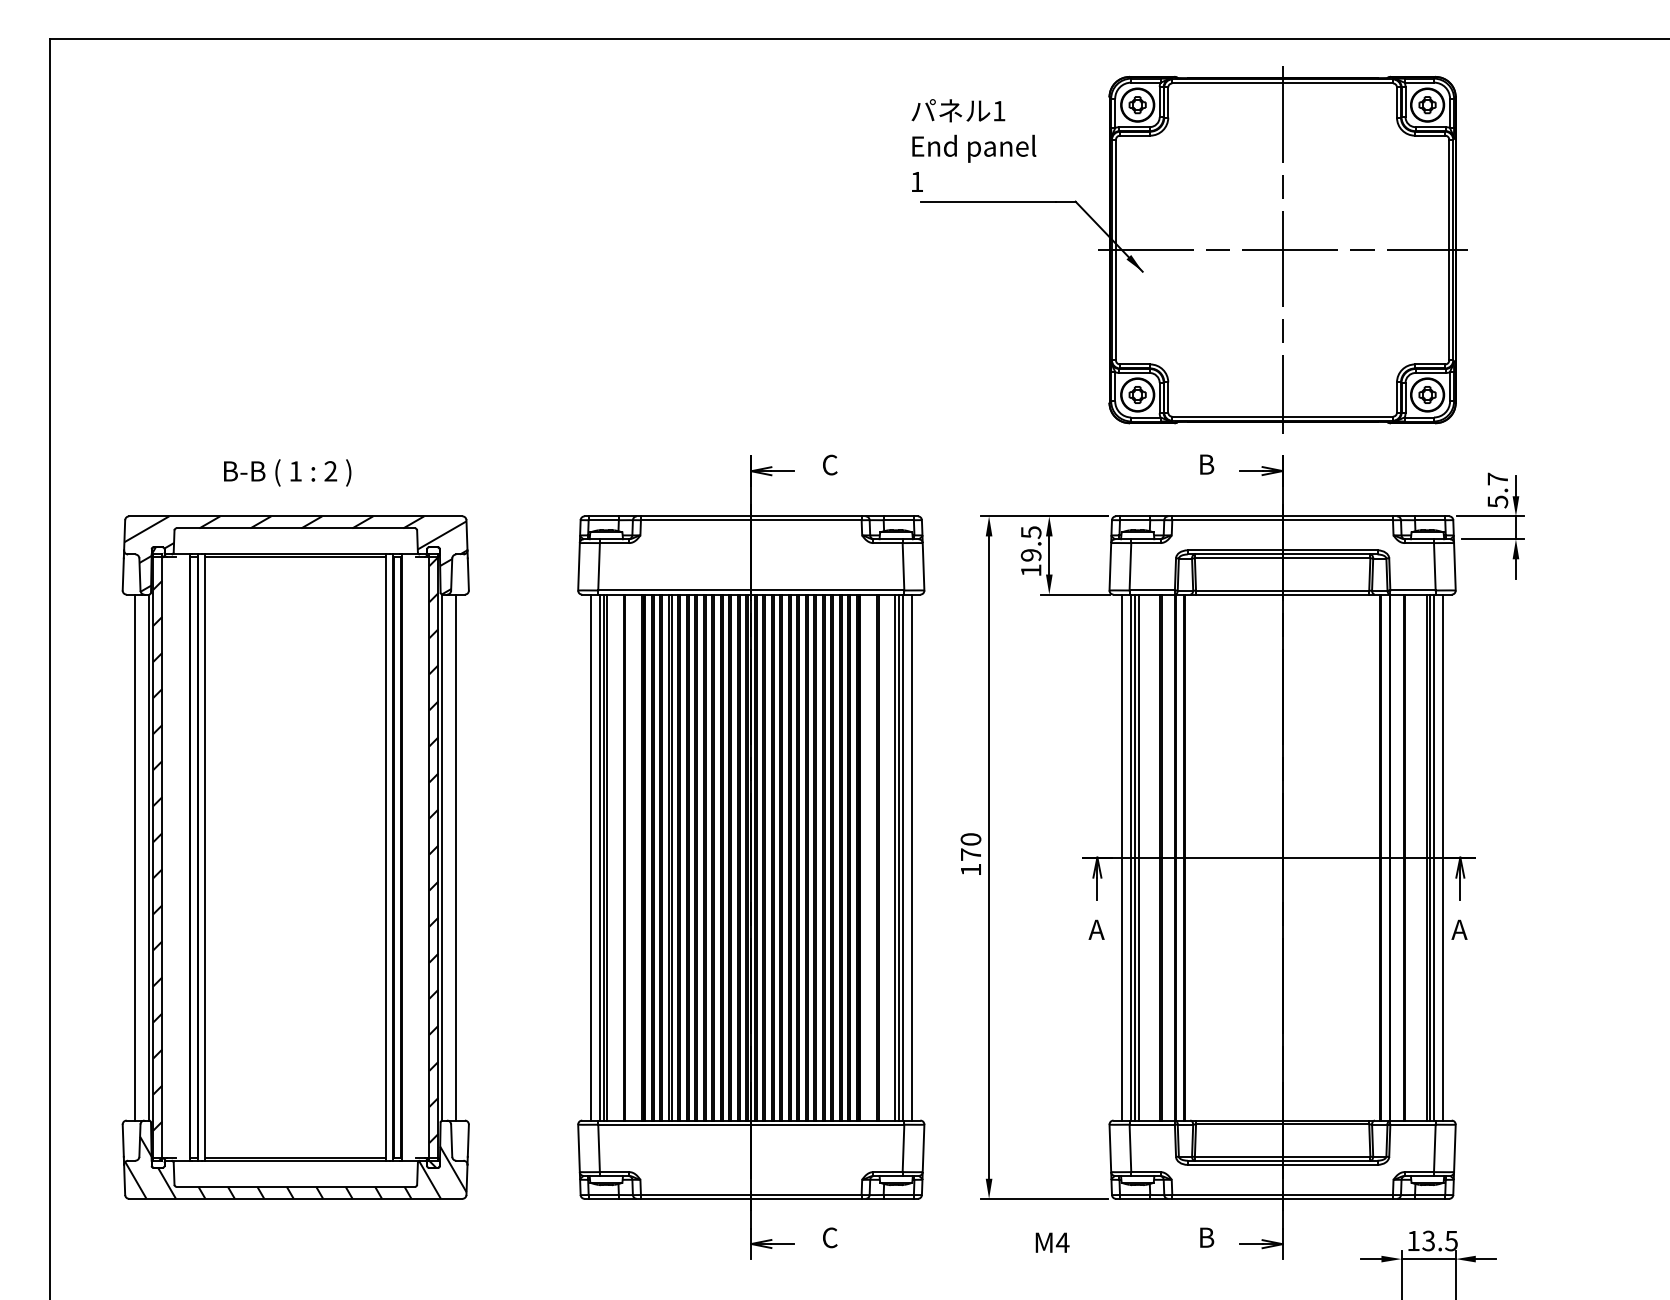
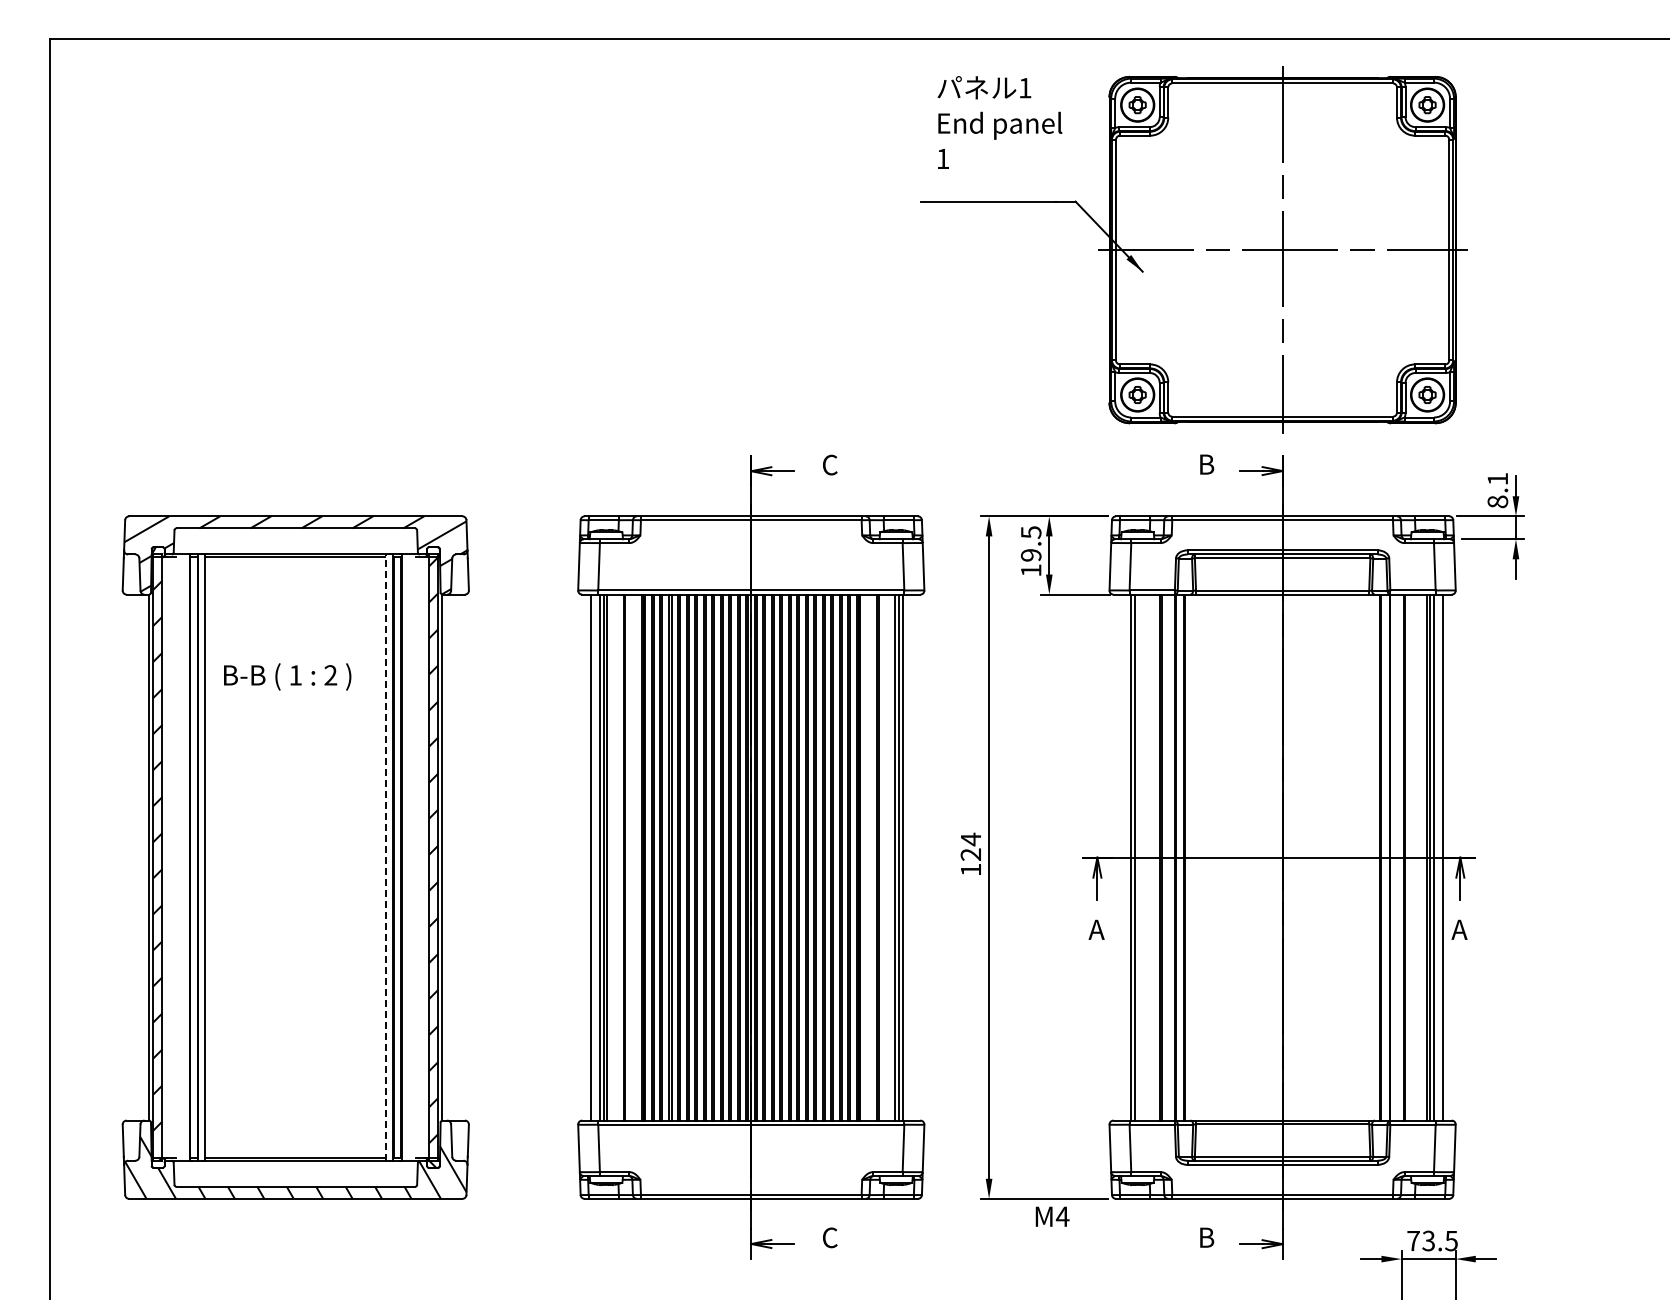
text at (973, 145) position: (973, 145) -> (999, 122)
text at (287, 472) position: (287, 472) -> (287, 676)
text at (1497, 490): 5.7 -> 8.1
text at (970, 846): 170 -> 124
line at (135, 857): present -> none
line at (386, 857): solid -> dashed
line at (456, 857): present -> none
line at (911, 857): present -> none
line at (1122, 857): present -> none
line at (1138, 857): present -> none
text at (1413, 1240): 13.5 -> 73.5
text at (1052, 1242) position: (1052, 1242) -> (1052, 1216)
